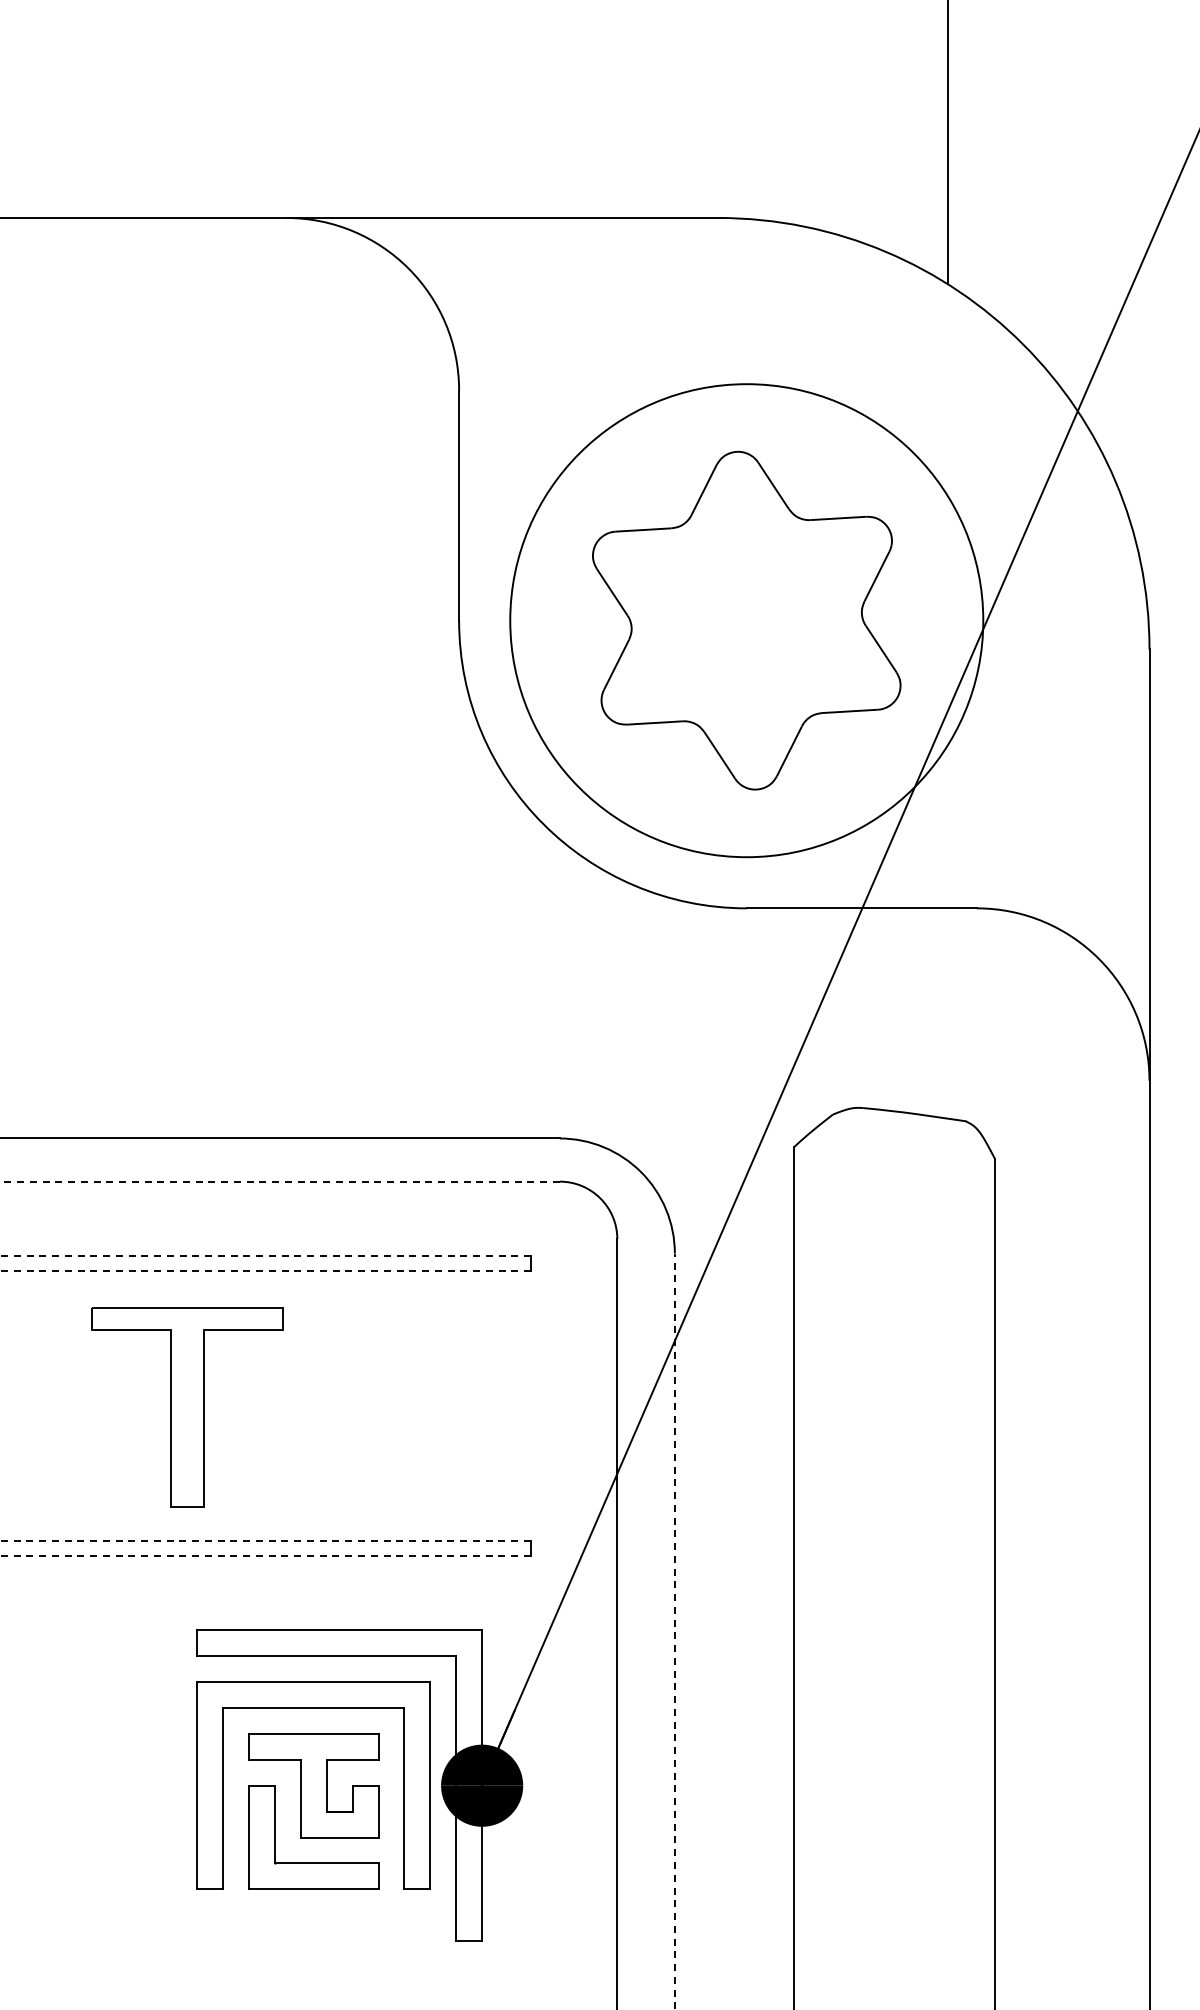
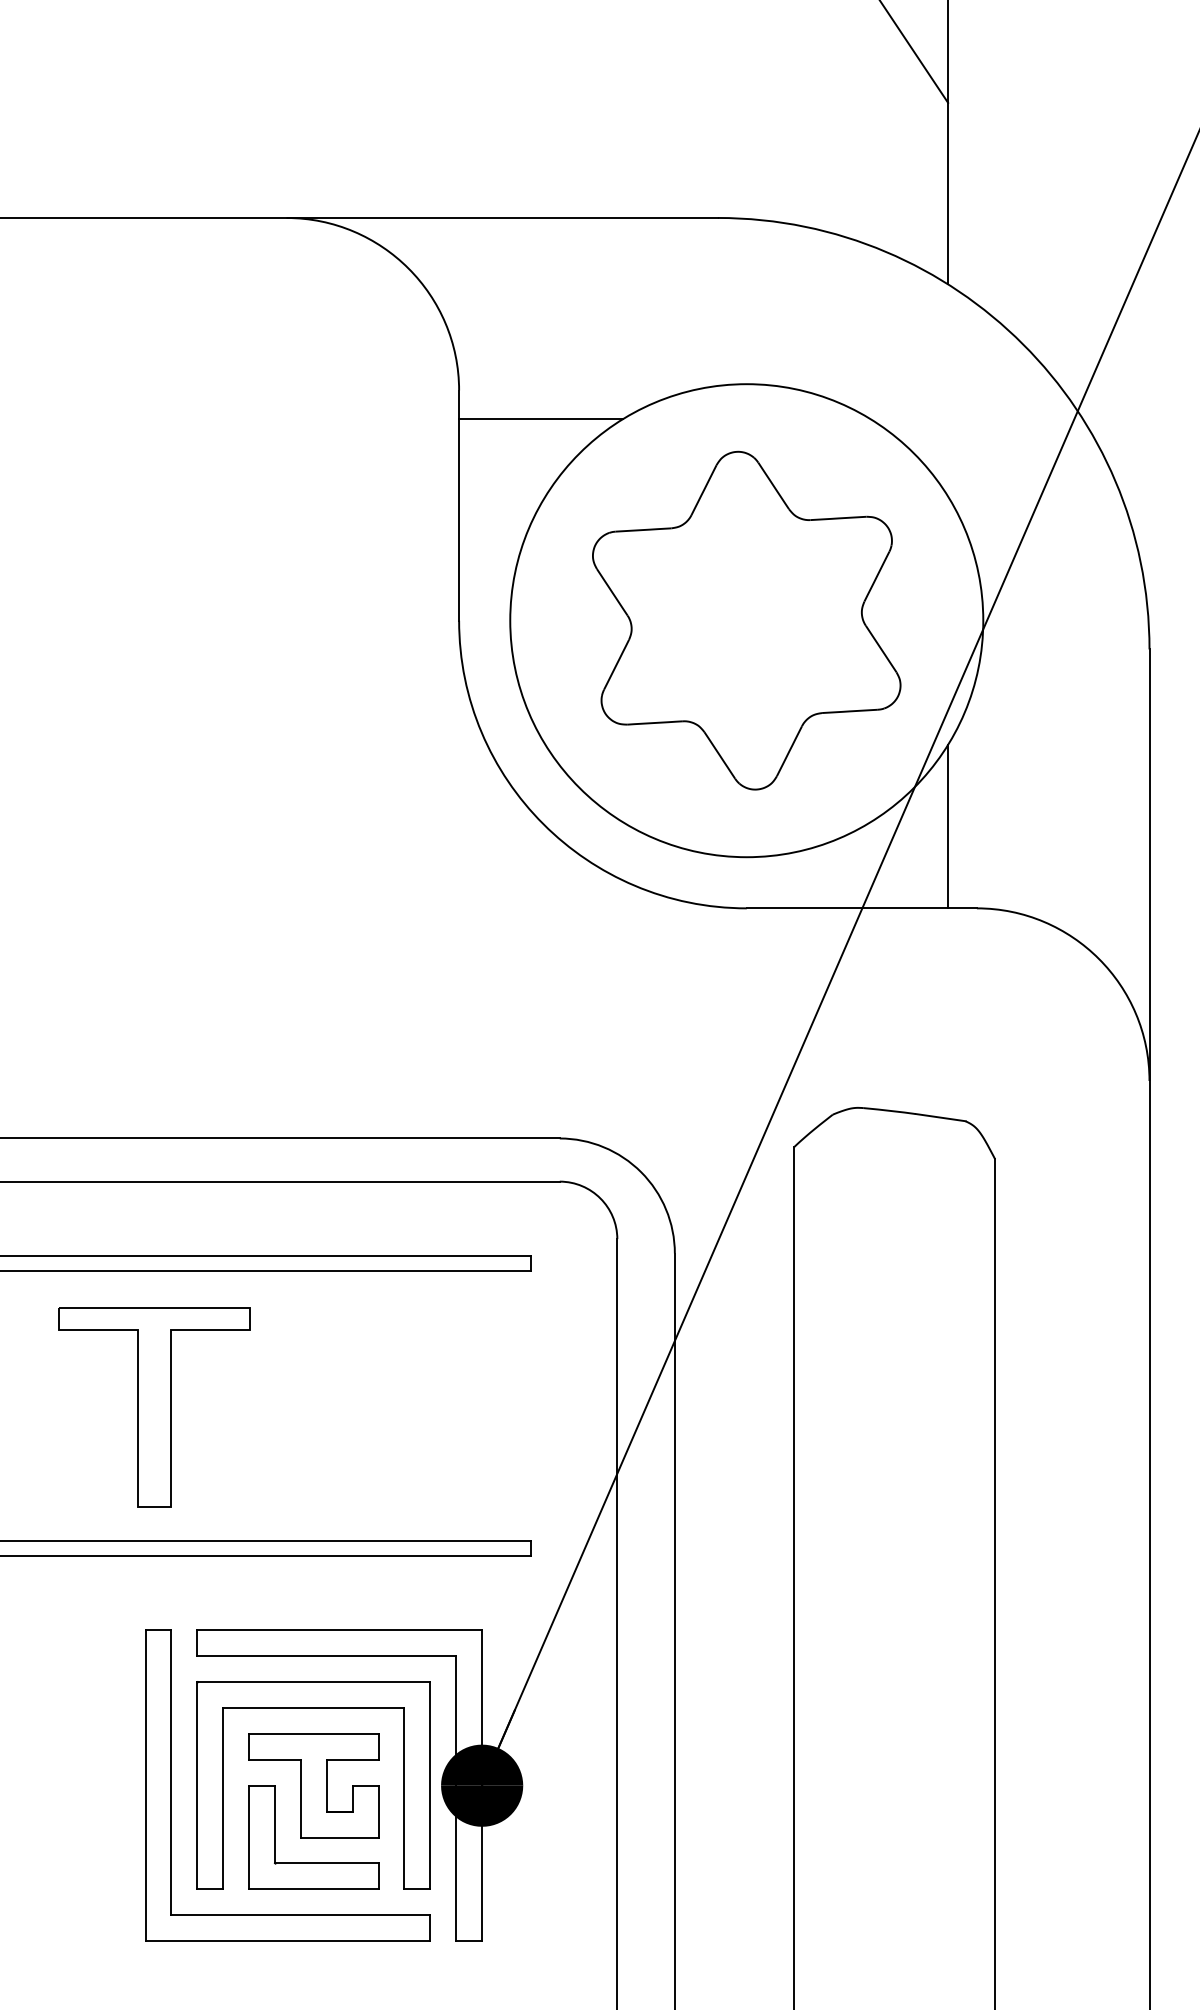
line at (914, 52): none -> present
line at (540, 419): none -> present
line at (948, 826): none -> present
line at (279, 1181): dashed -> solid
line at (265, 1256): dashed -> solid
line at (265, 1271): dashed -> solid
part at (187, 1407) position: (187, 1407) -> (154, 1407)
line at (266, 1540): dashed -> solid
line at (266, 1555): dashed -> solid
line at (674, 1631): dashed -> solid
part at (171, 1785): none -> present
